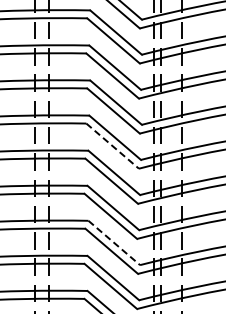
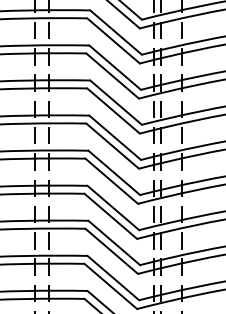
line at (112, 146): dashed -> solid
line at (114, 243): dashed -> solid
